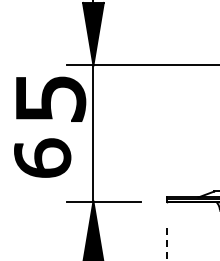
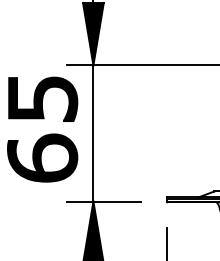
part at (51, 98) position: (51, 98) -> (43, 98)
part at (42, 157) size: 58x40 px -> 72x50 px
line at (167, 244): dashed -> solid
